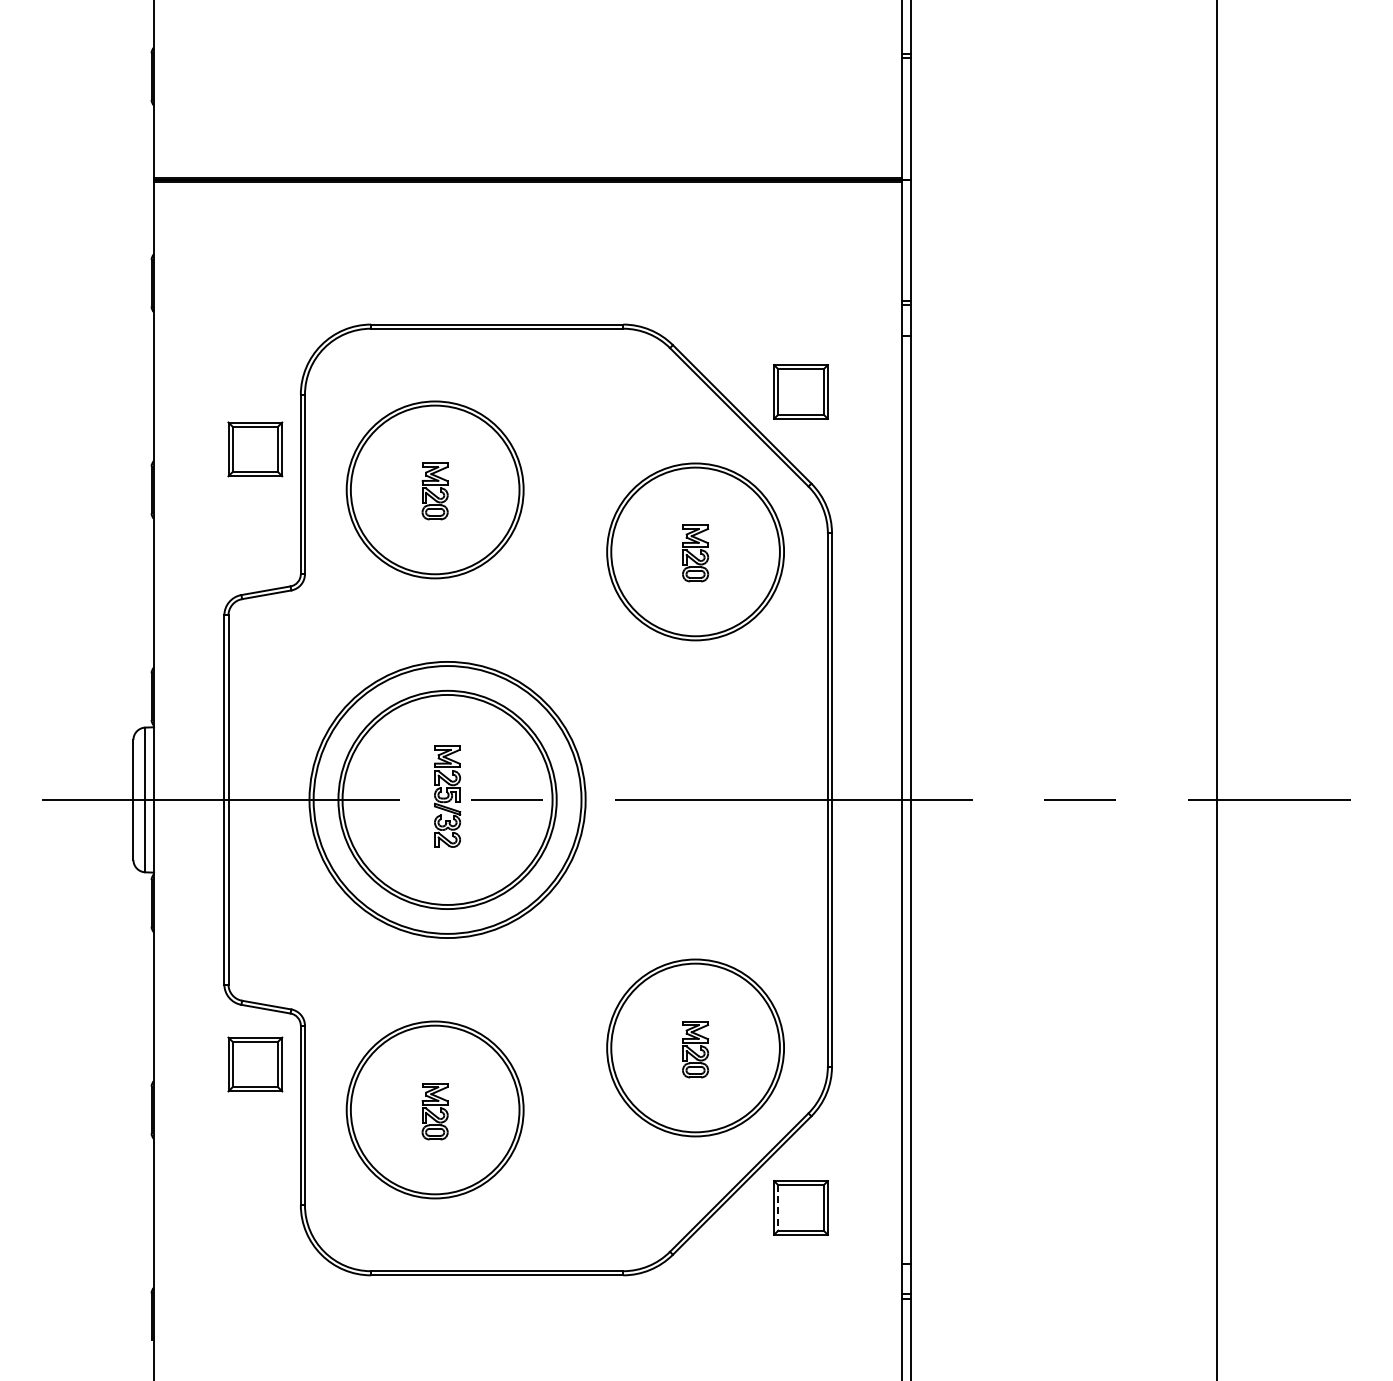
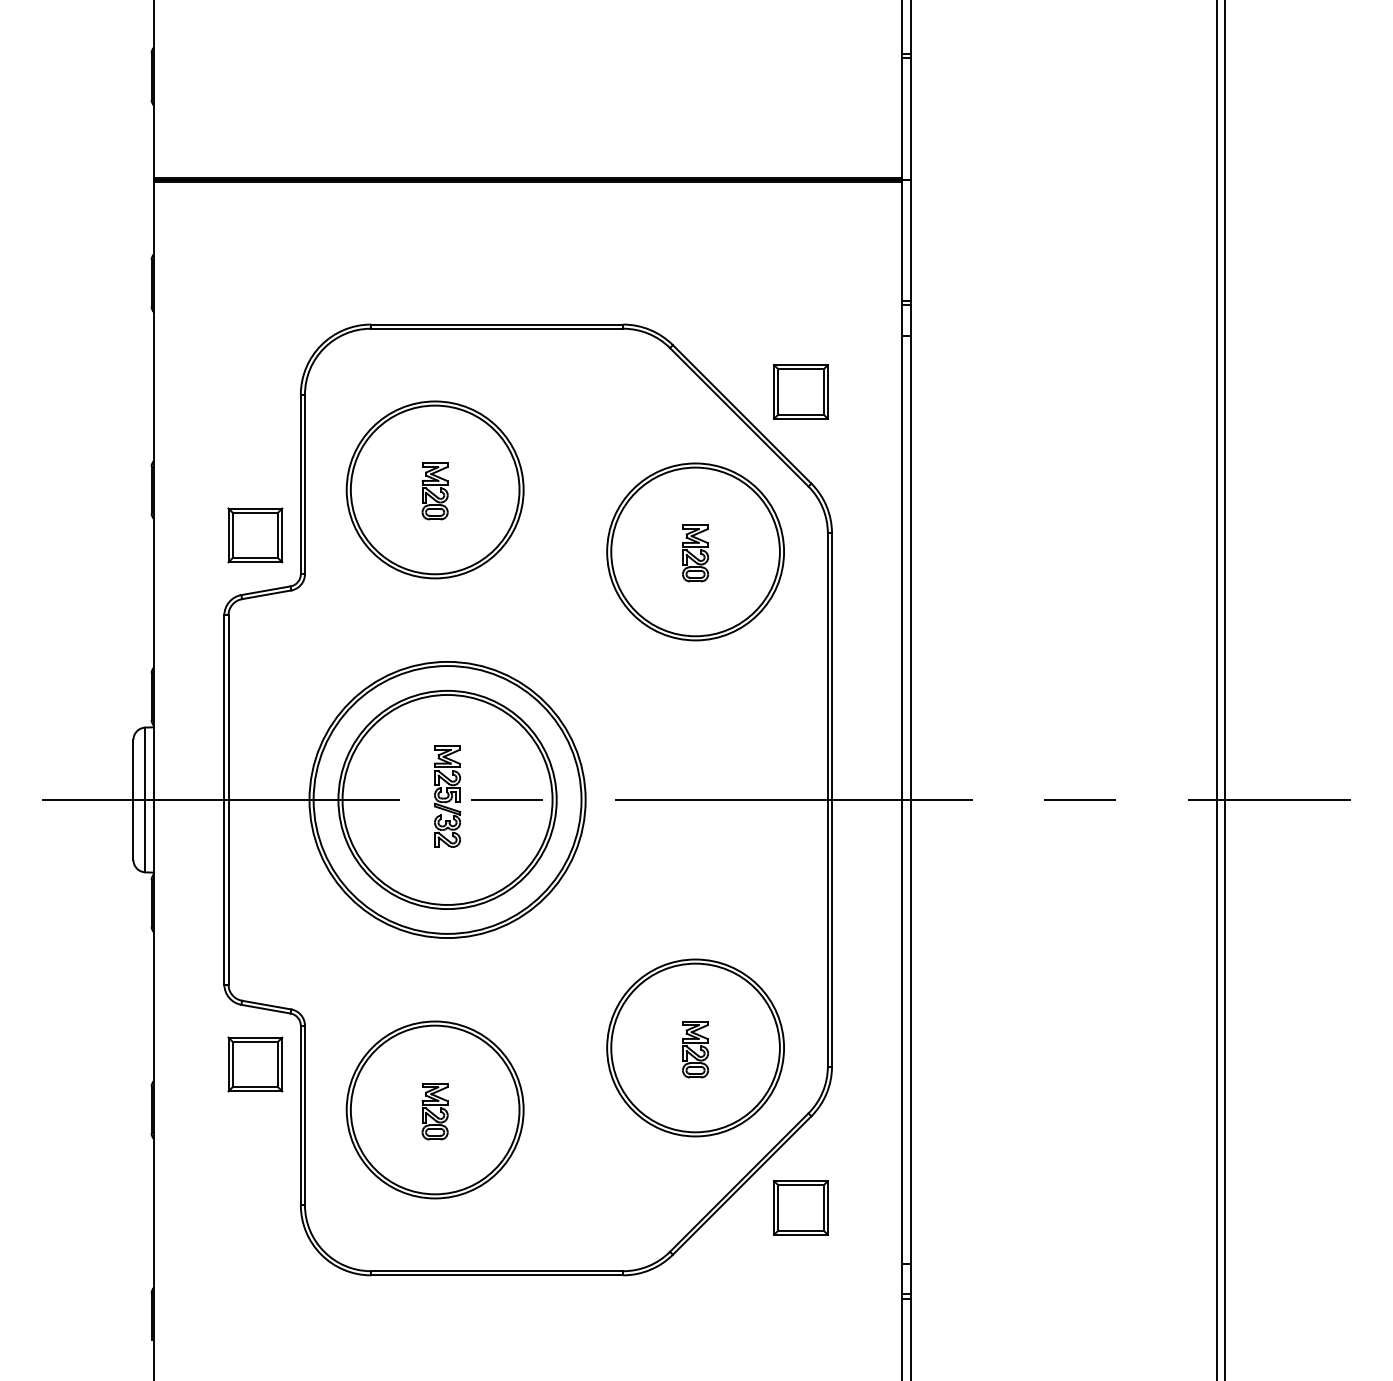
part at (255, 449) position: (255, 449) -> (255, 535)
line at (1224, 689): none -> present
line at (778, 1207): dashed -> solid
